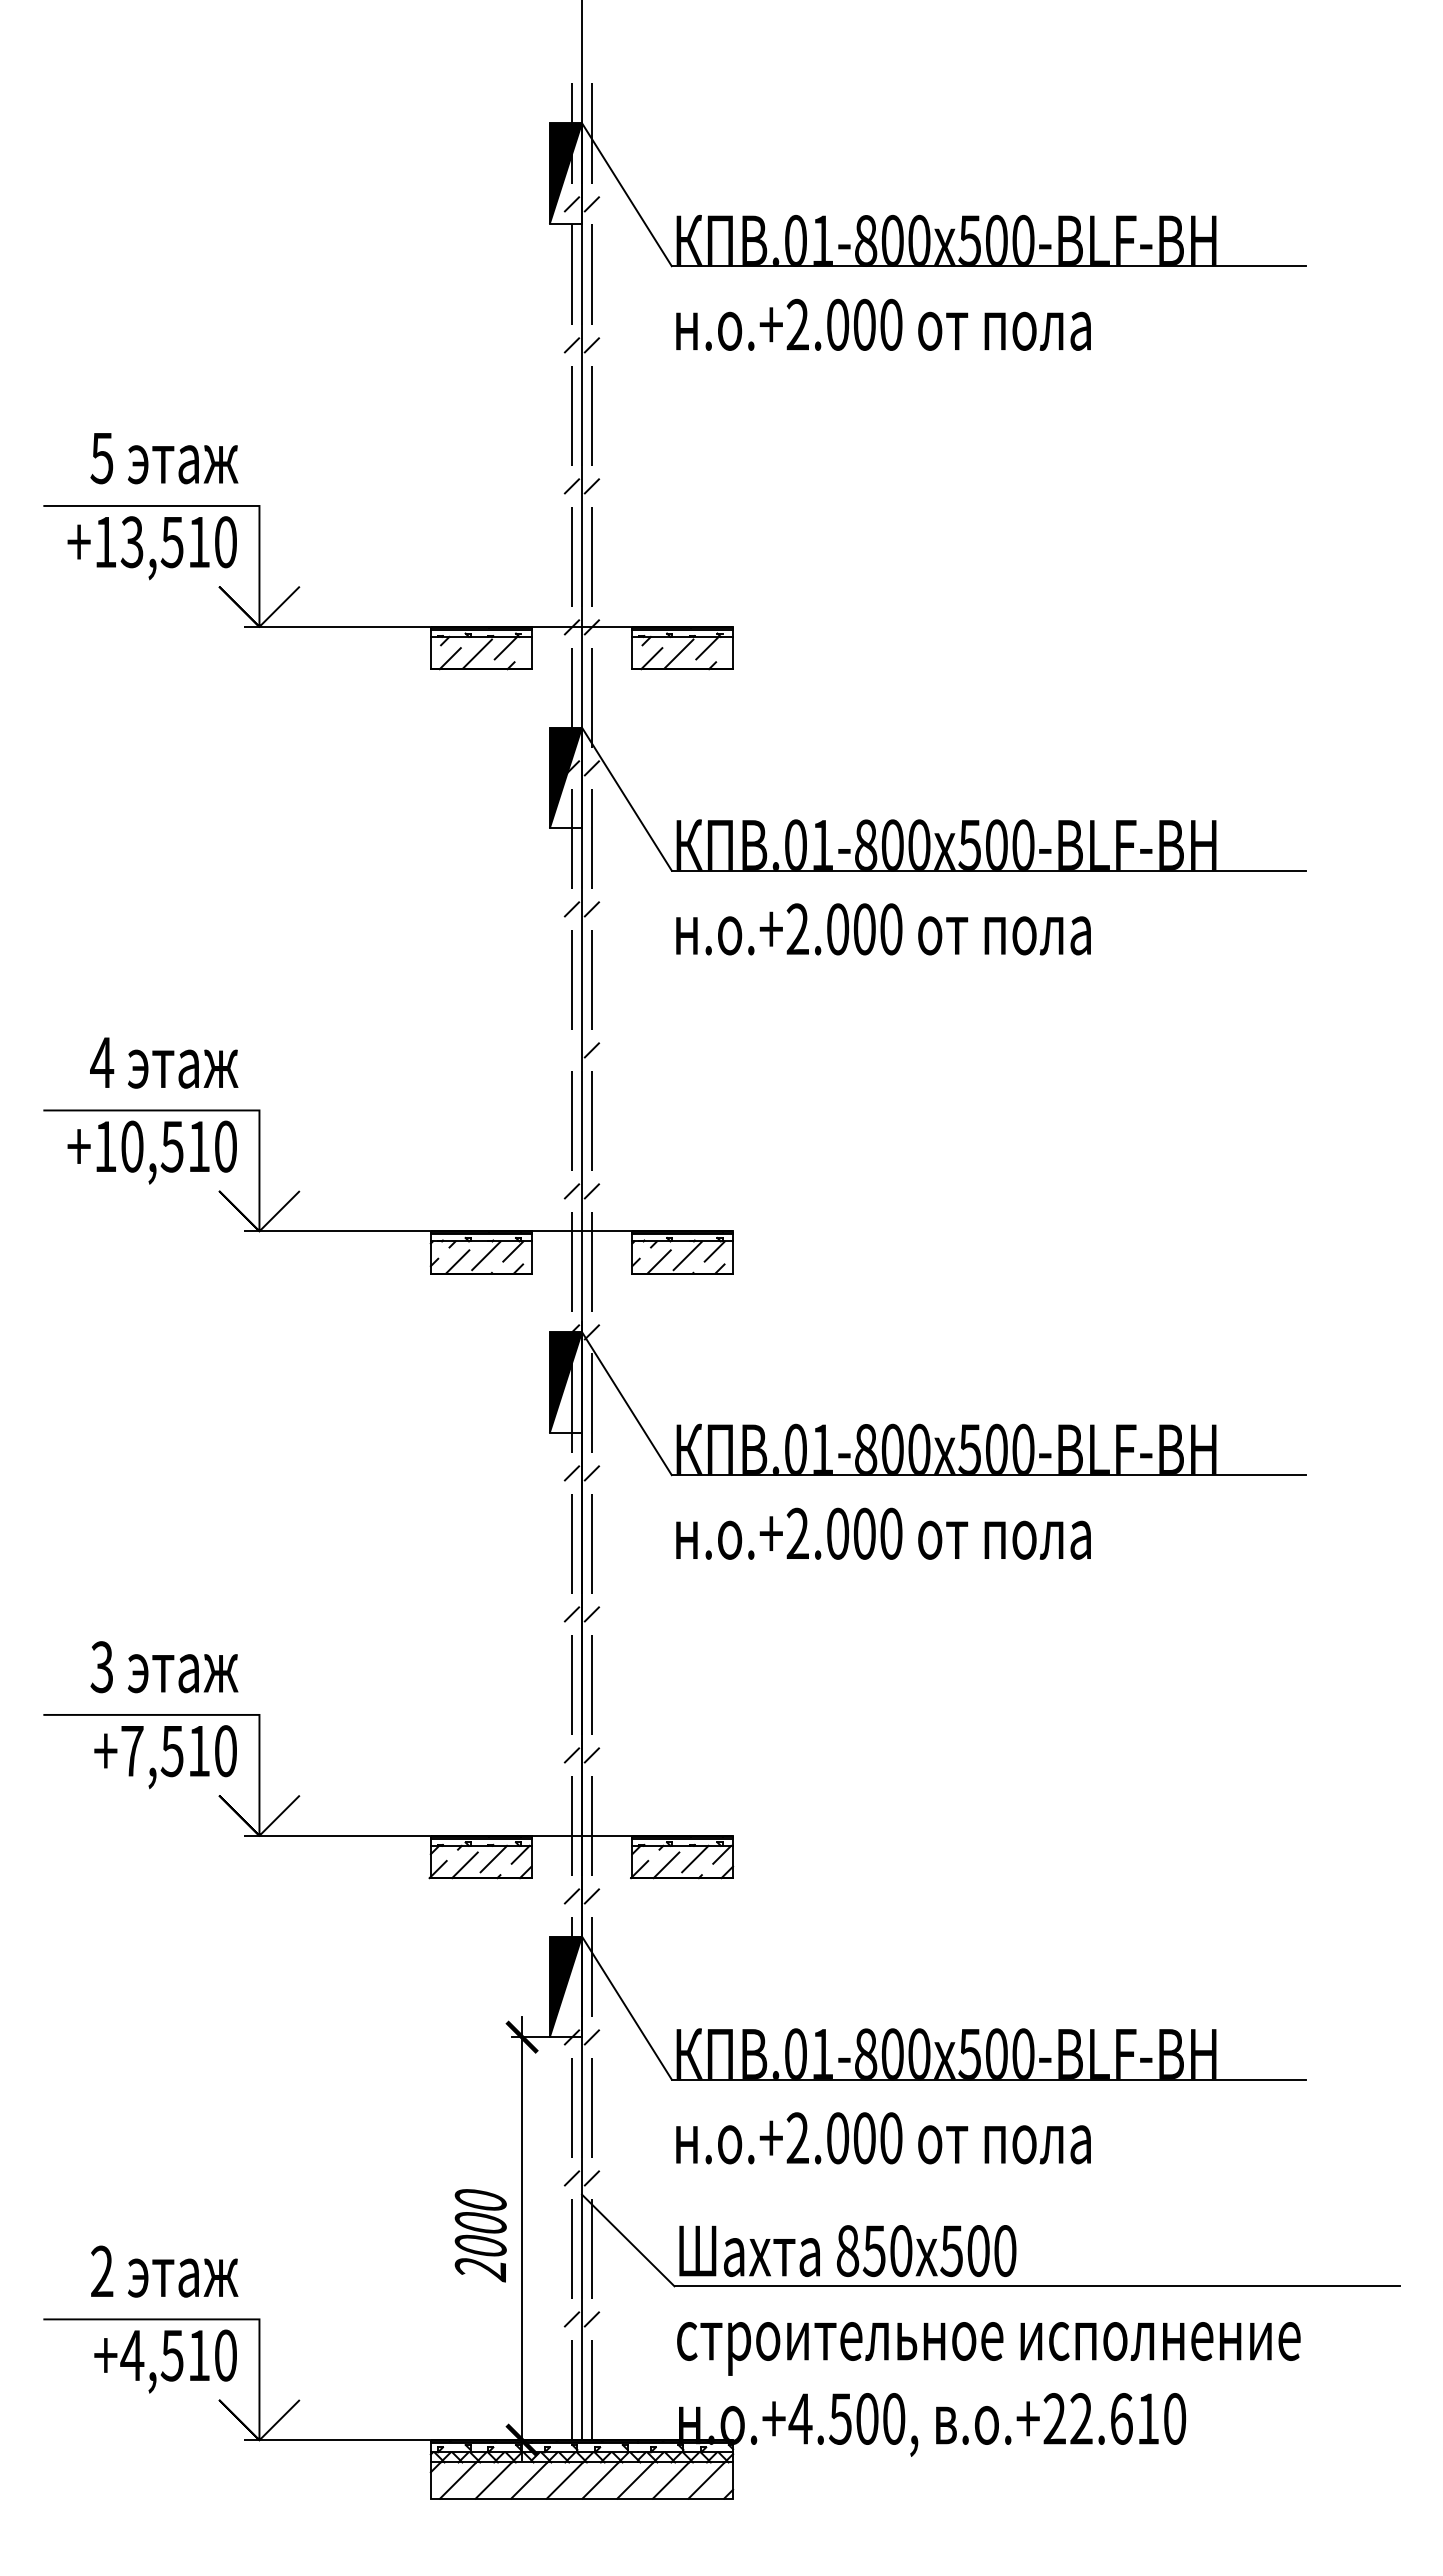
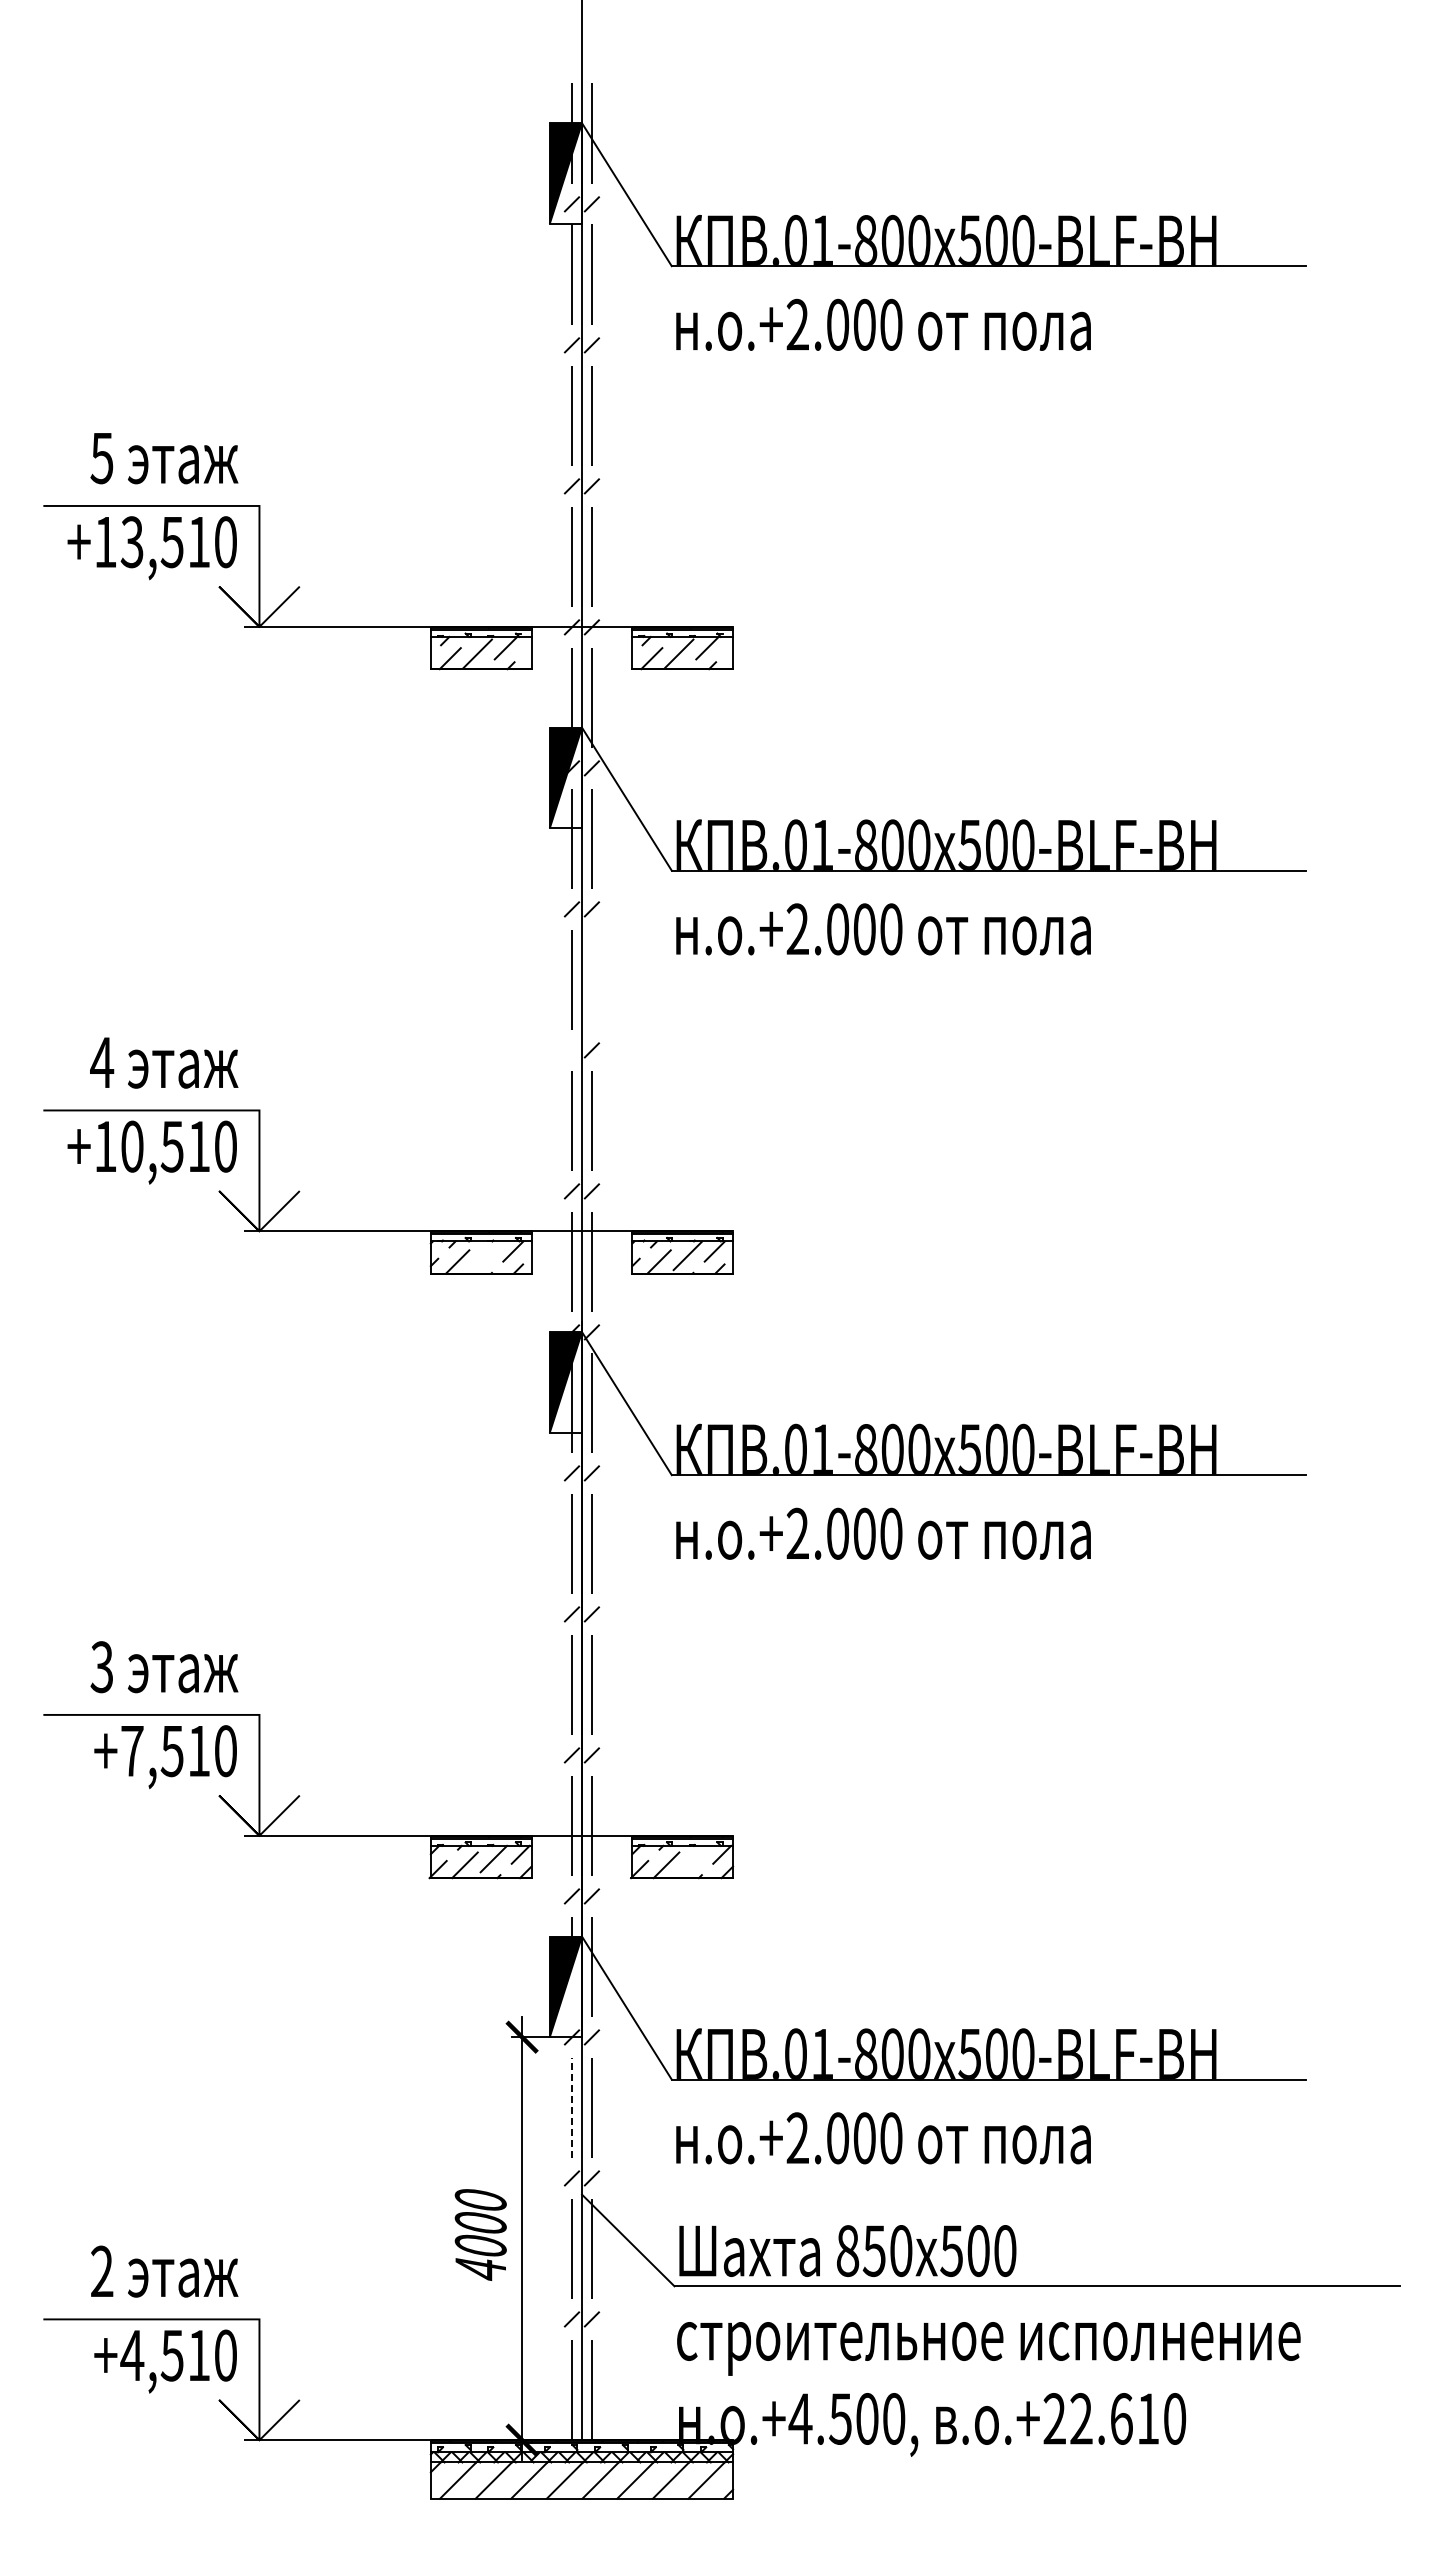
line at (591, 979): present -> none
line at (486, 1255): present -> none
line at (695, 1858): present -> none
line at (571, 2107): solid -> dashed
text at (479, 2270): 2000 -> 4000
